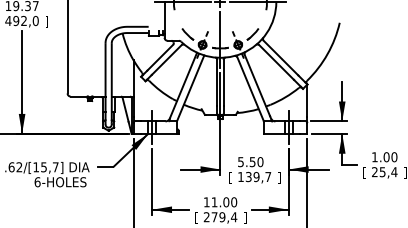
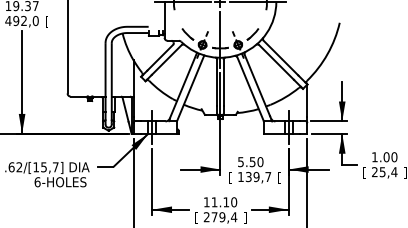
text at (46, 21): ] -> [
text at (279, 177): ] -> [
text at (226, 202): 11.00 -> 11.10
